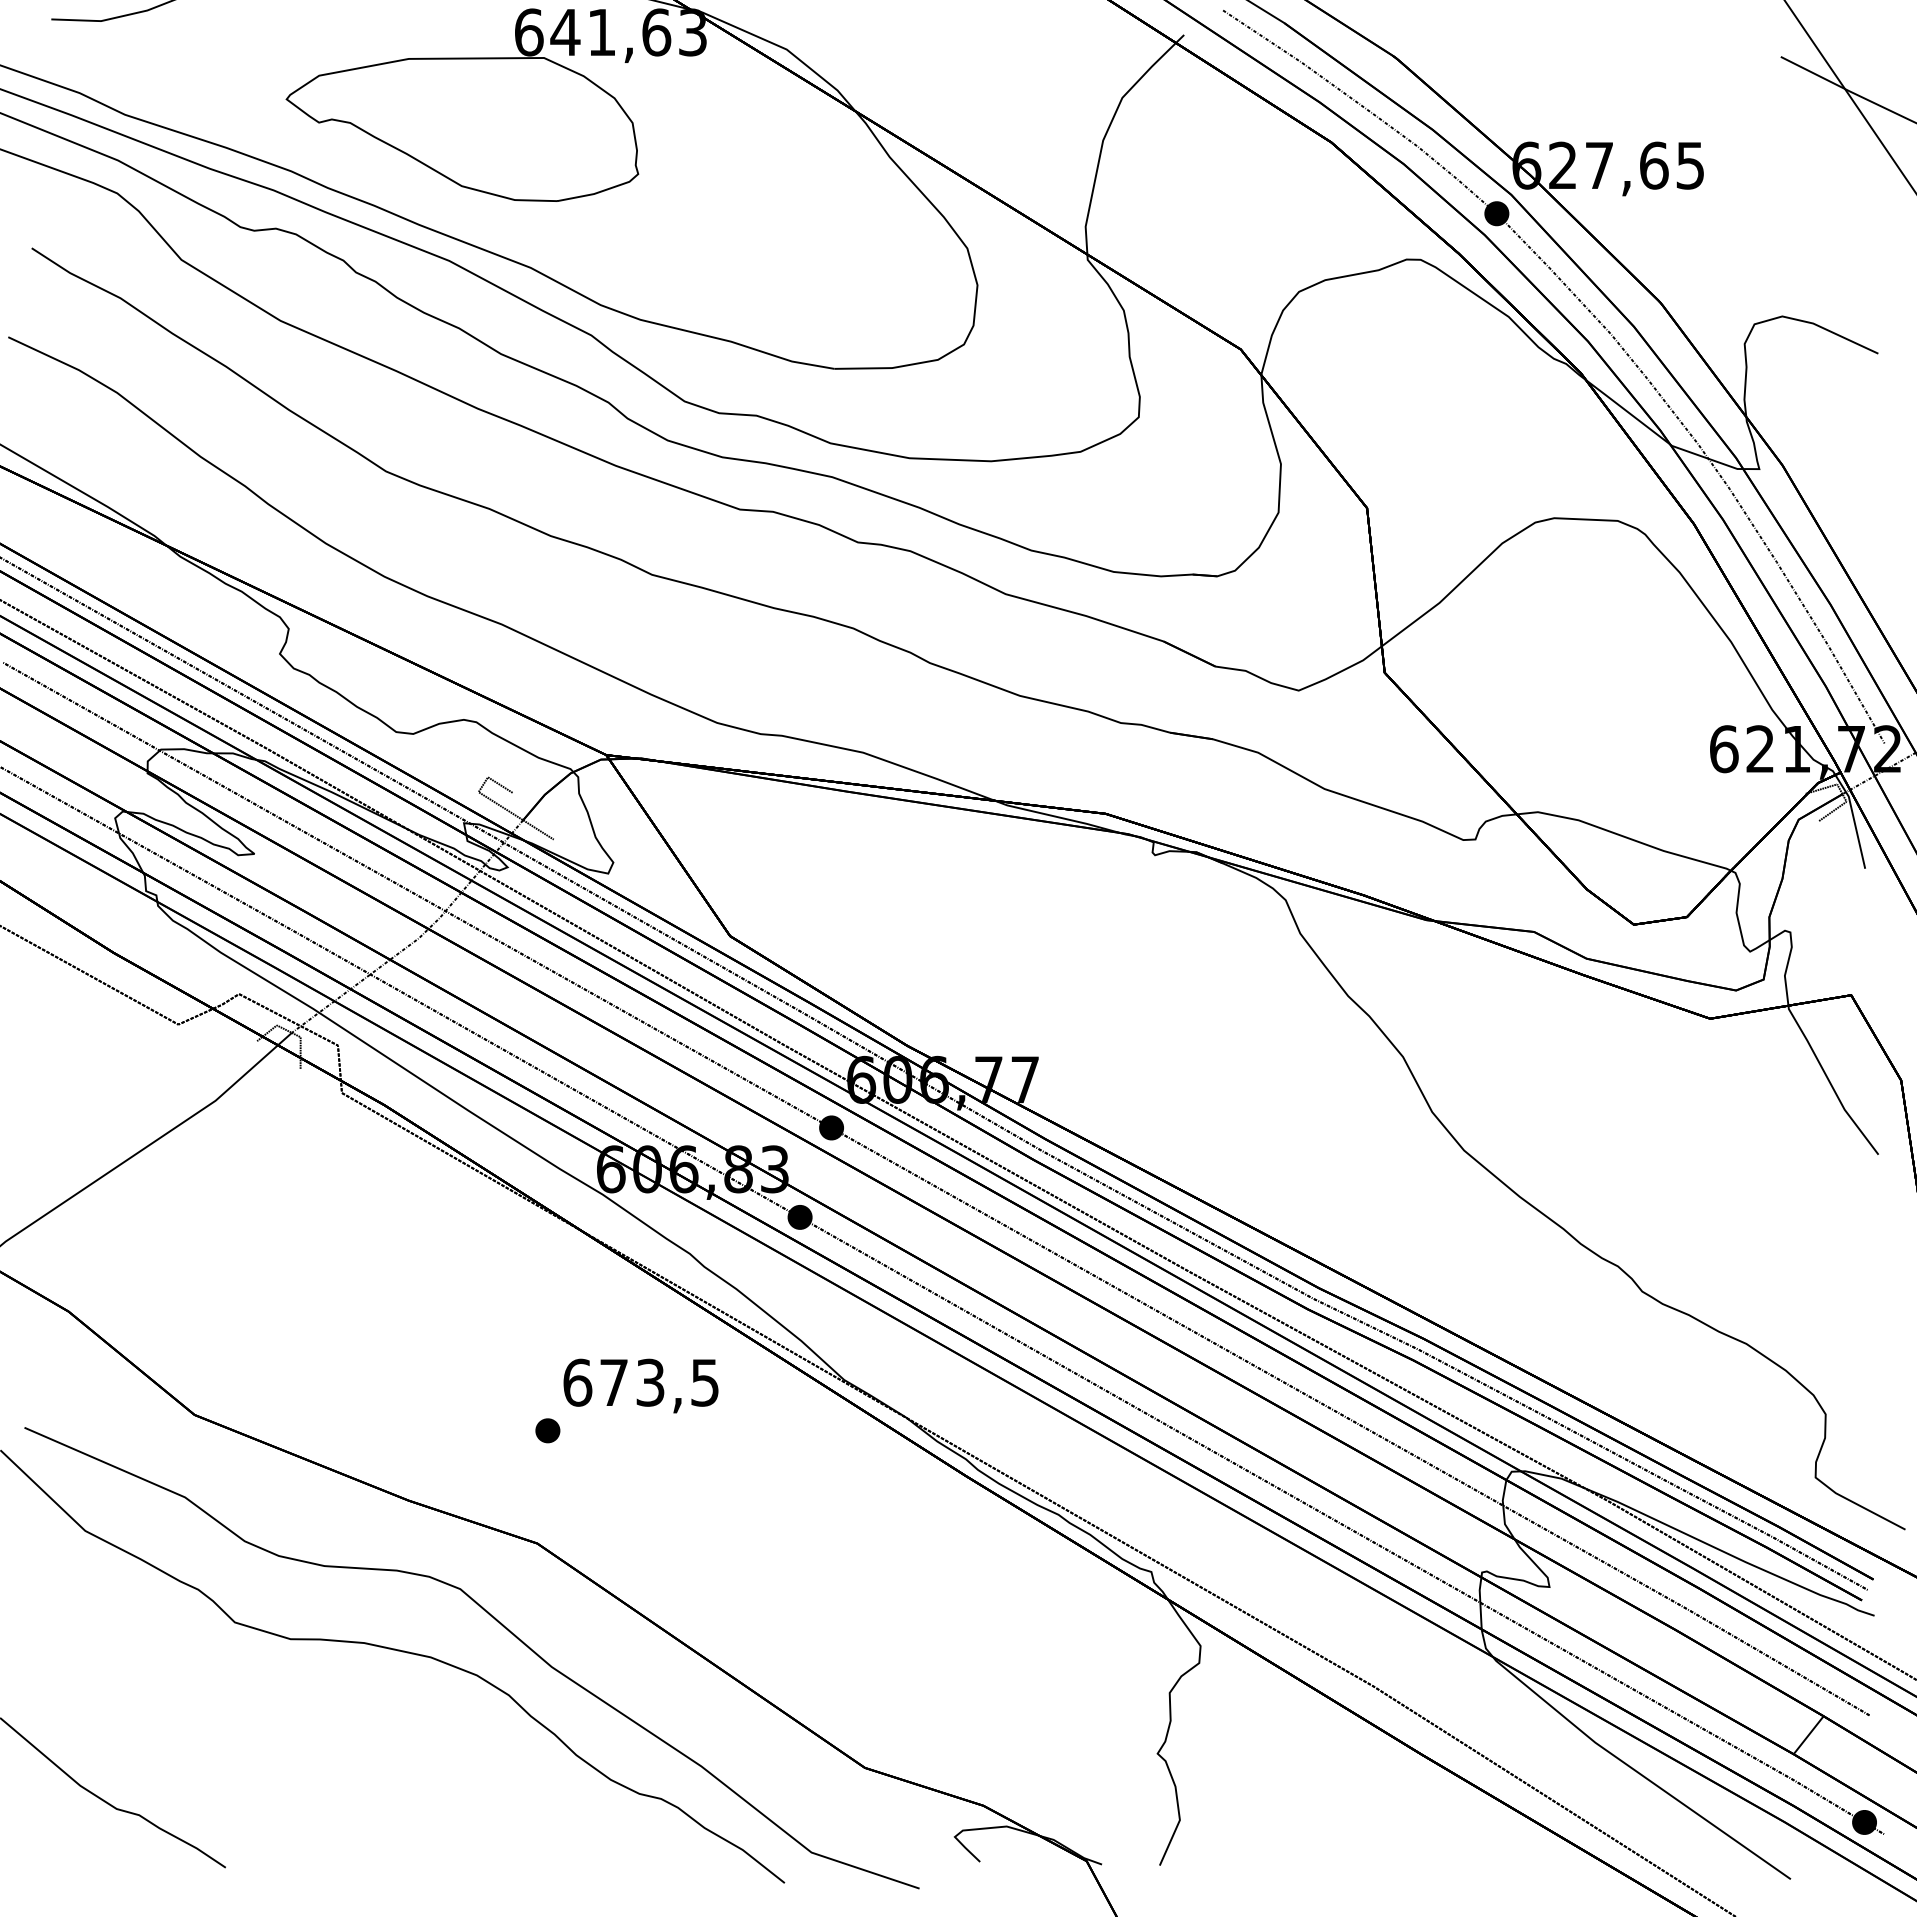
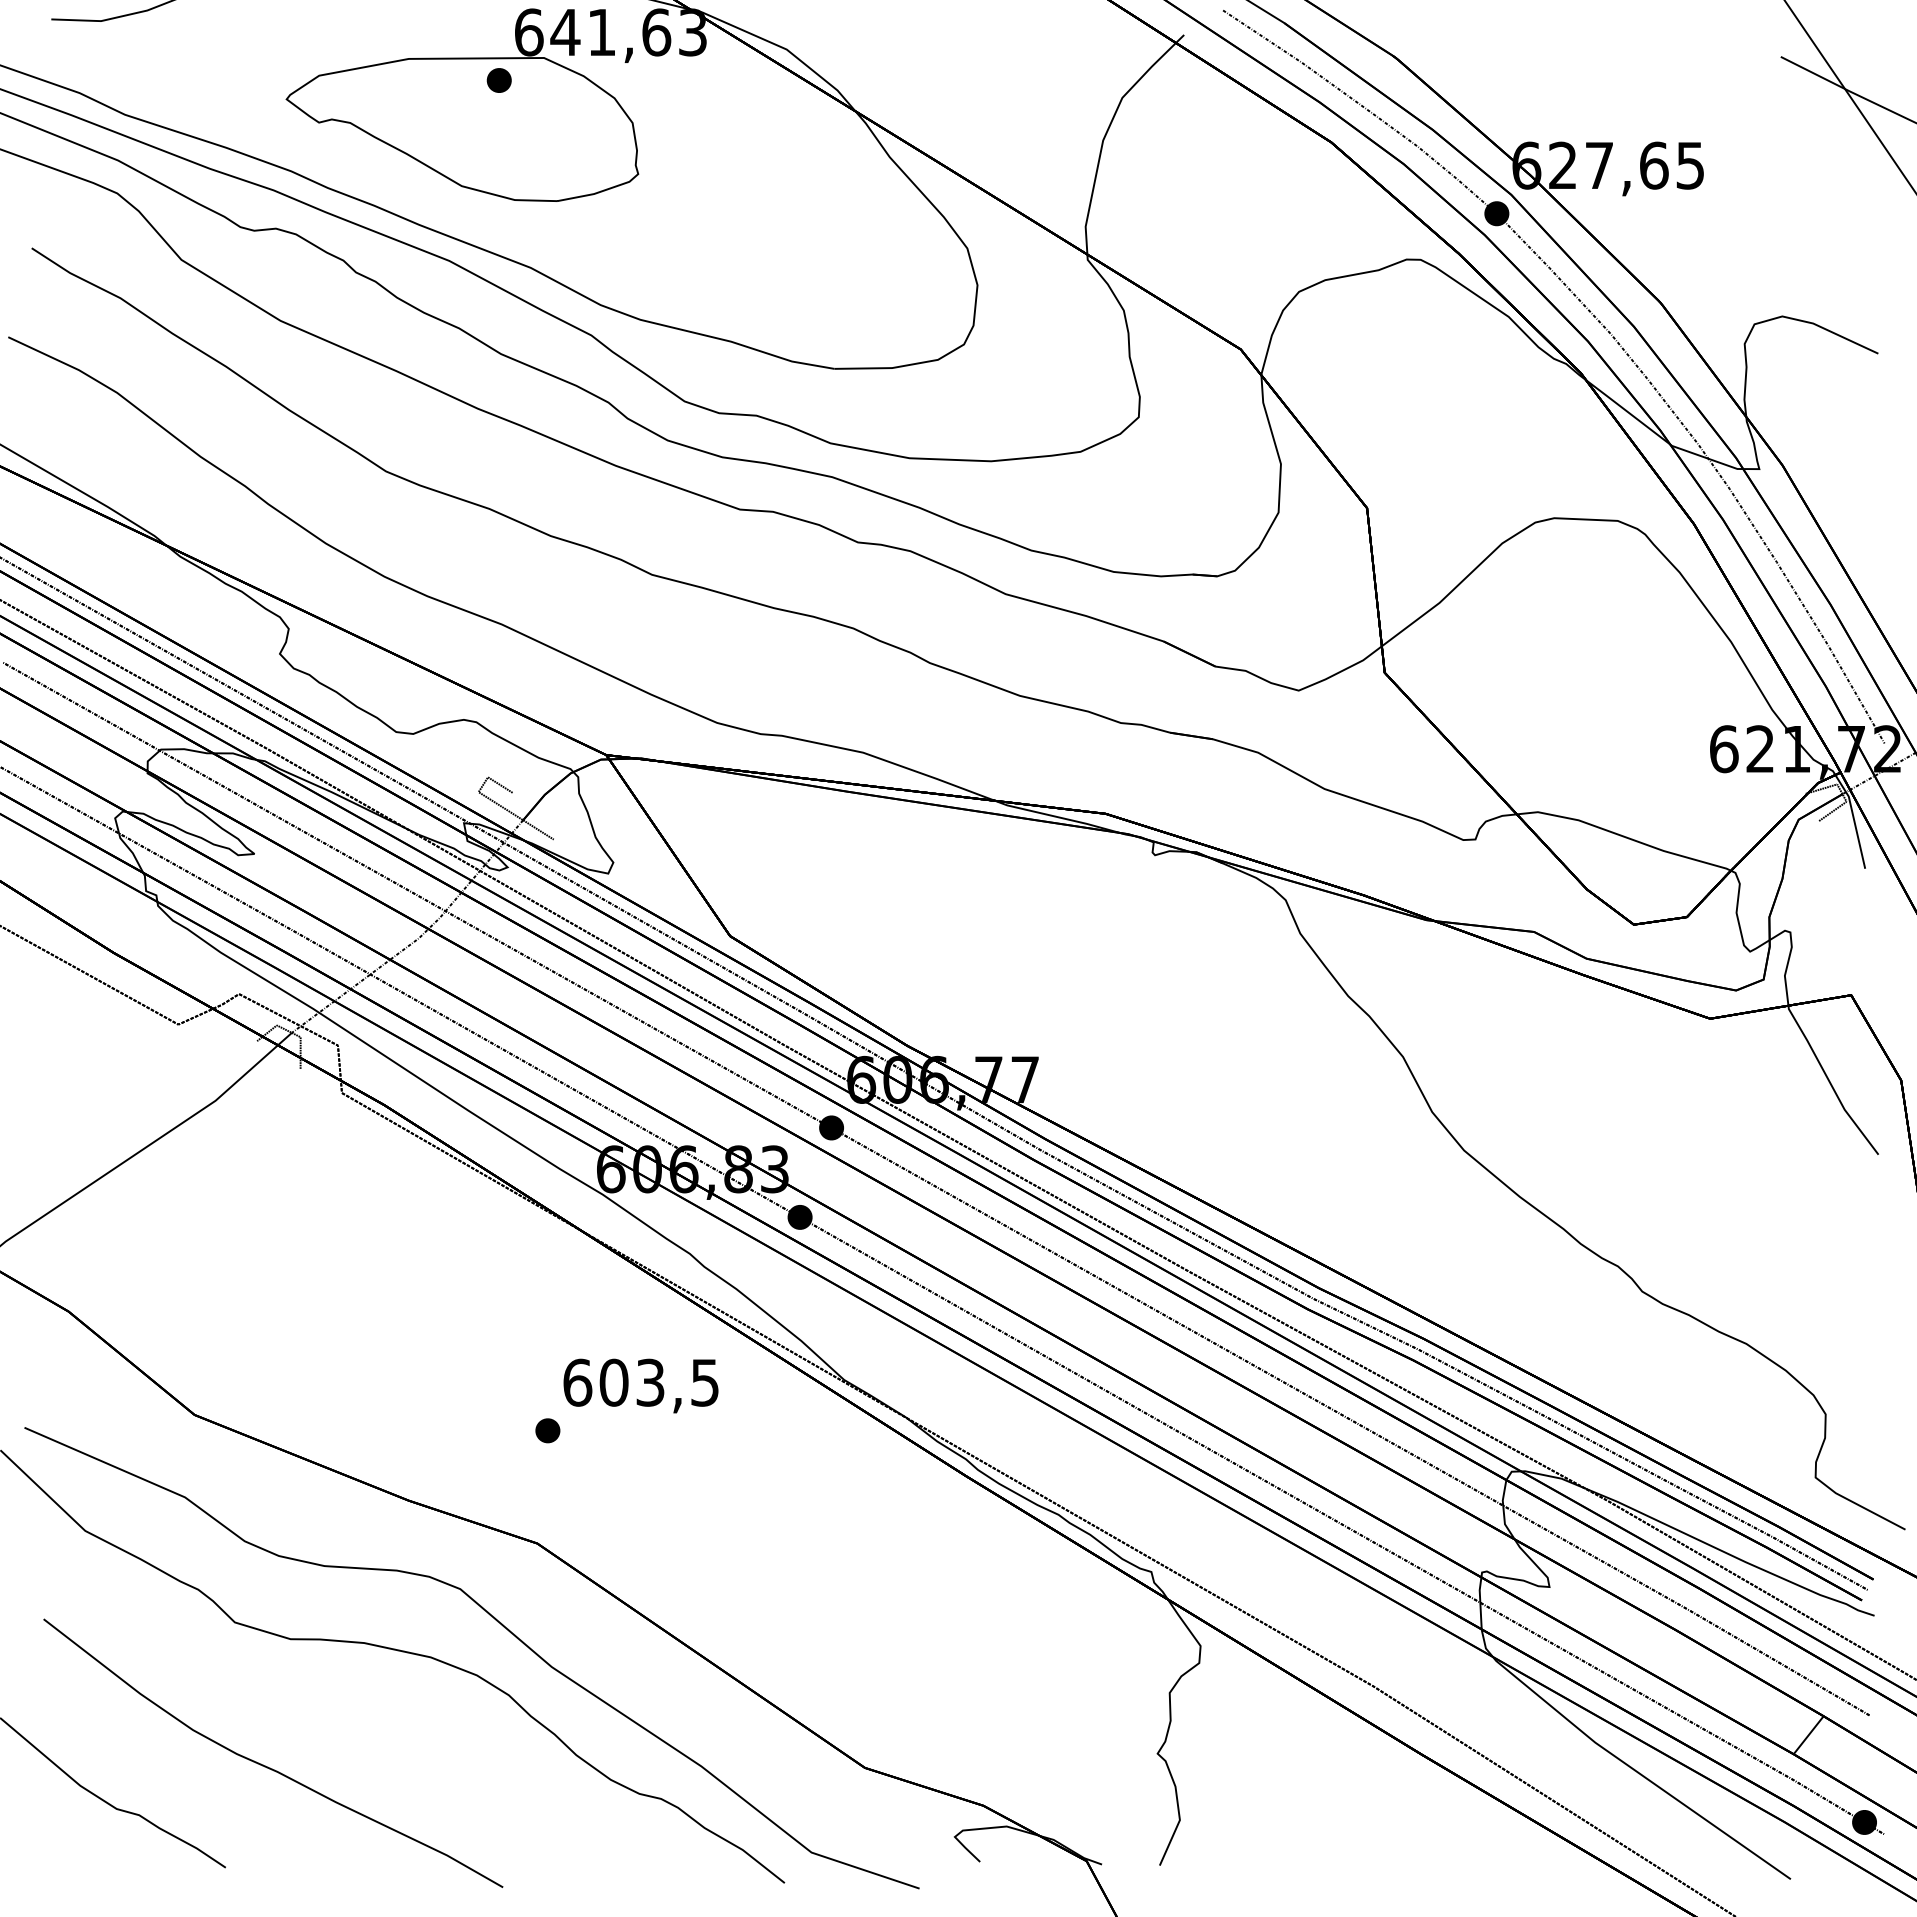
part at (498, 80): none -> present
text at (613, 1382): 673,5 -> 603,5
curve at (267, 1766): none -> present
